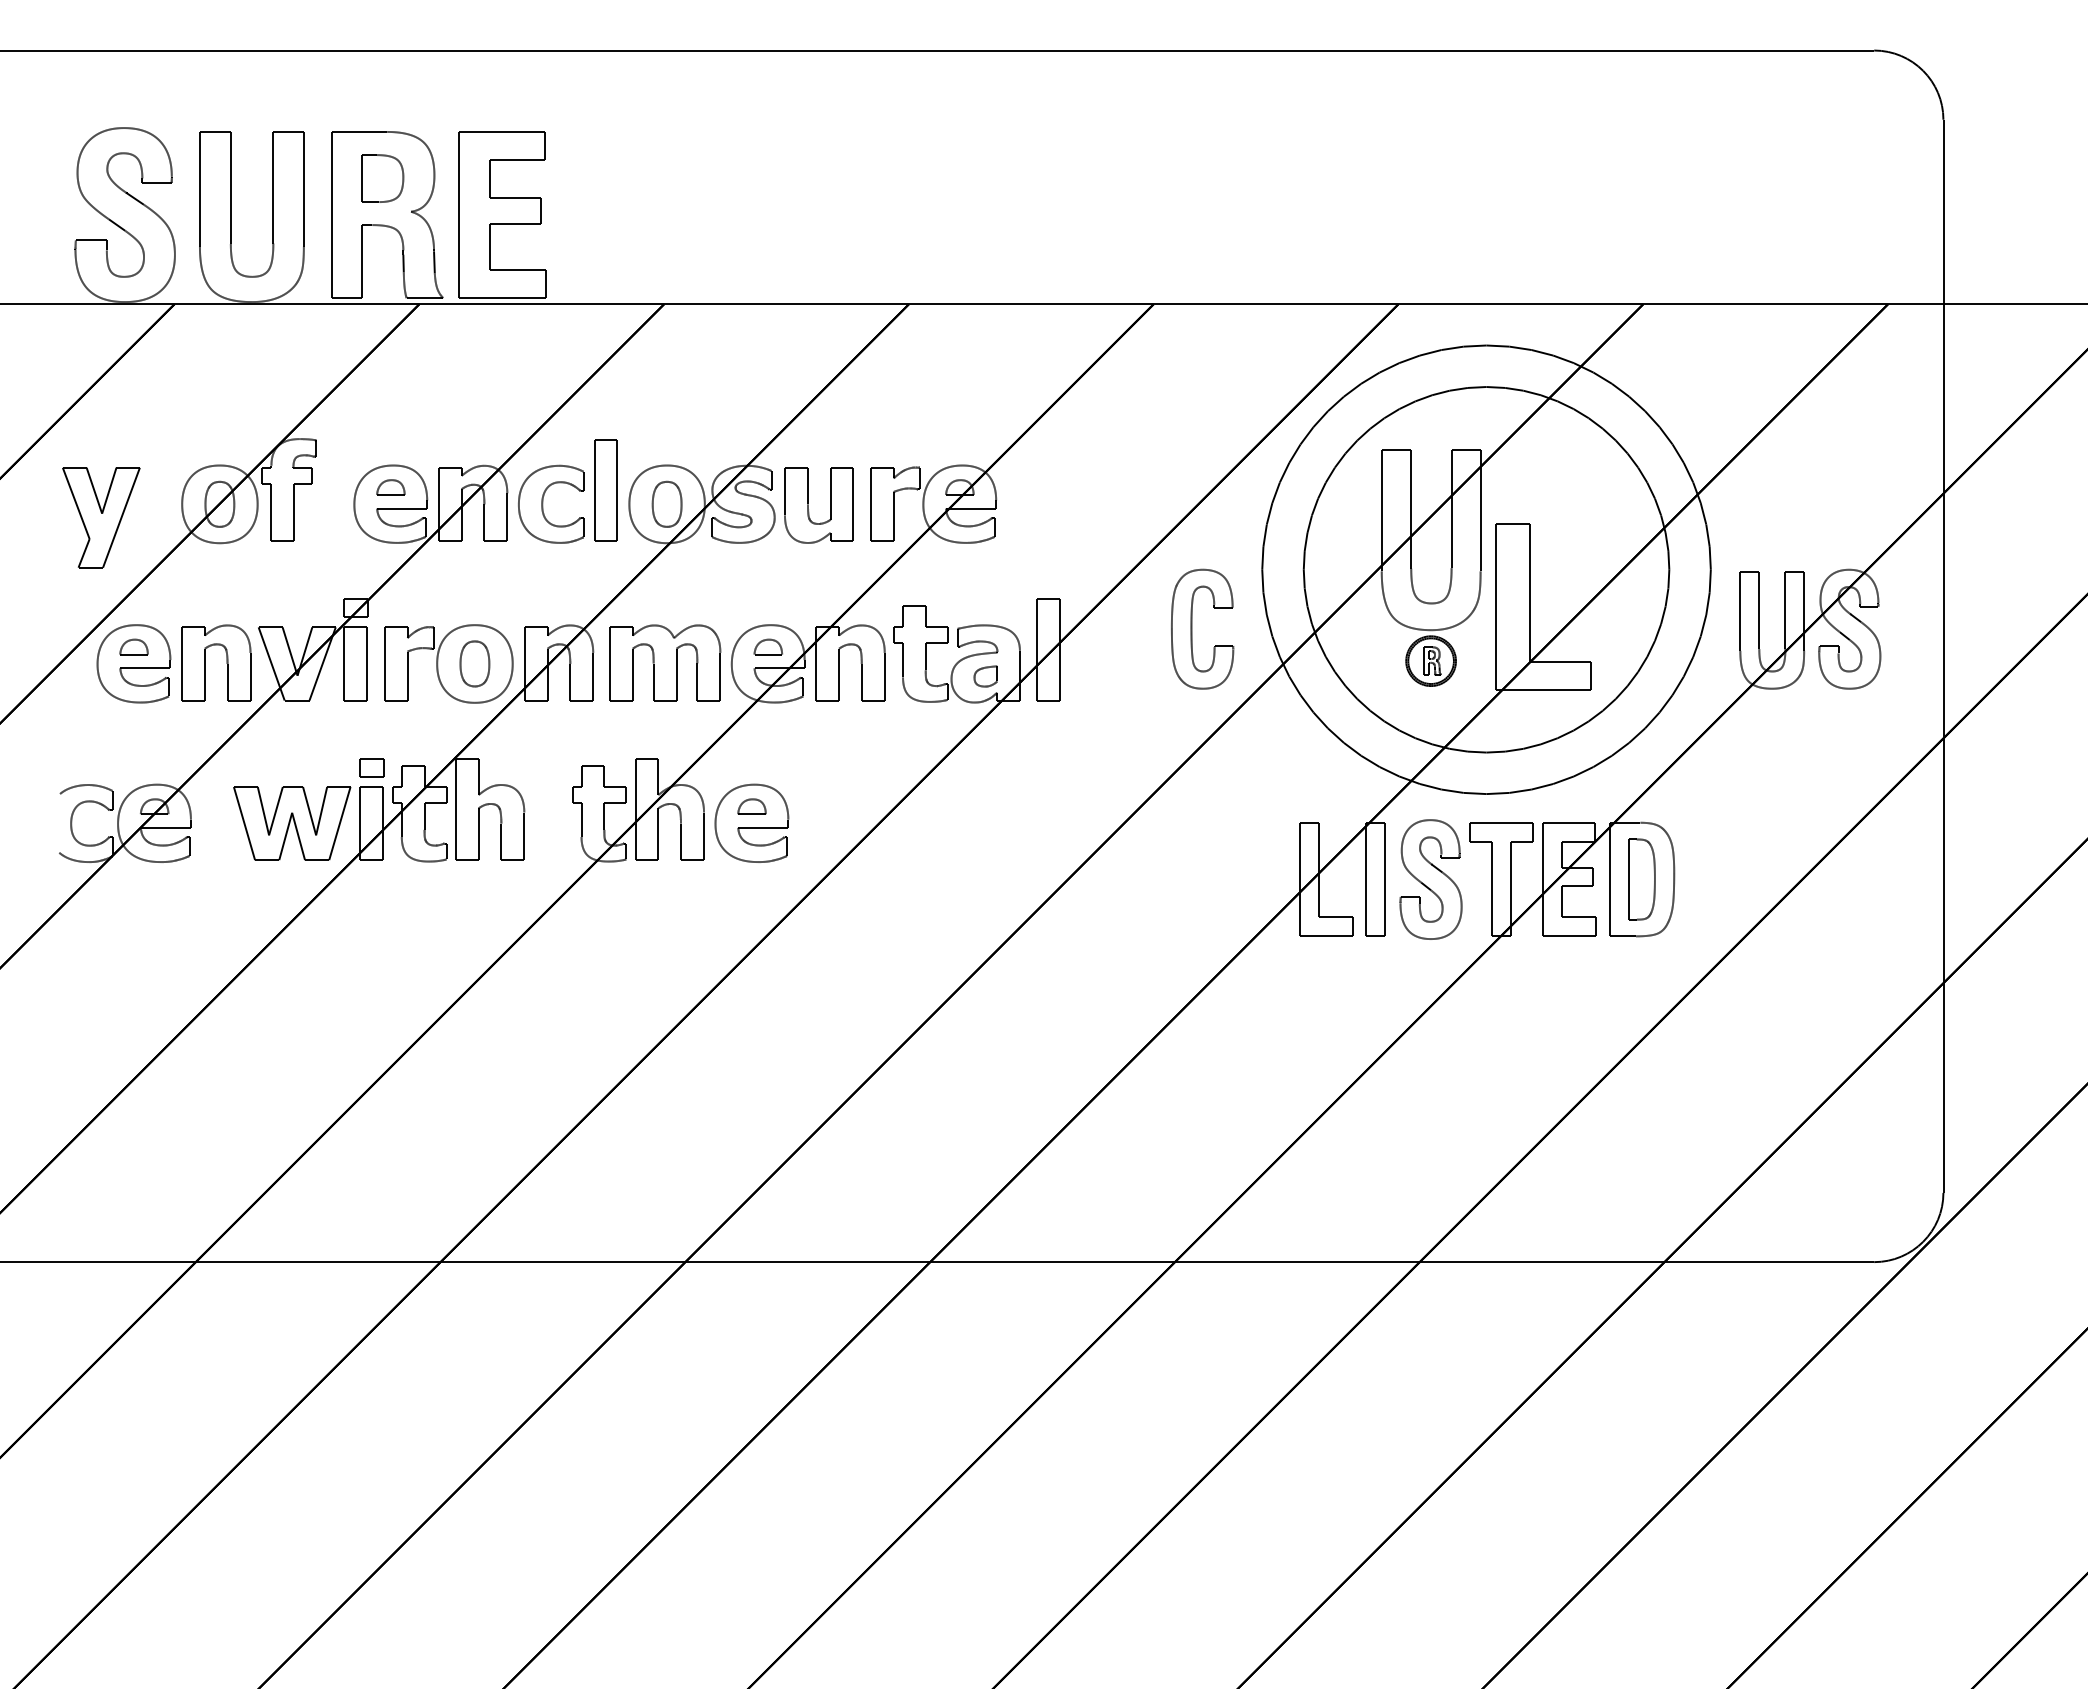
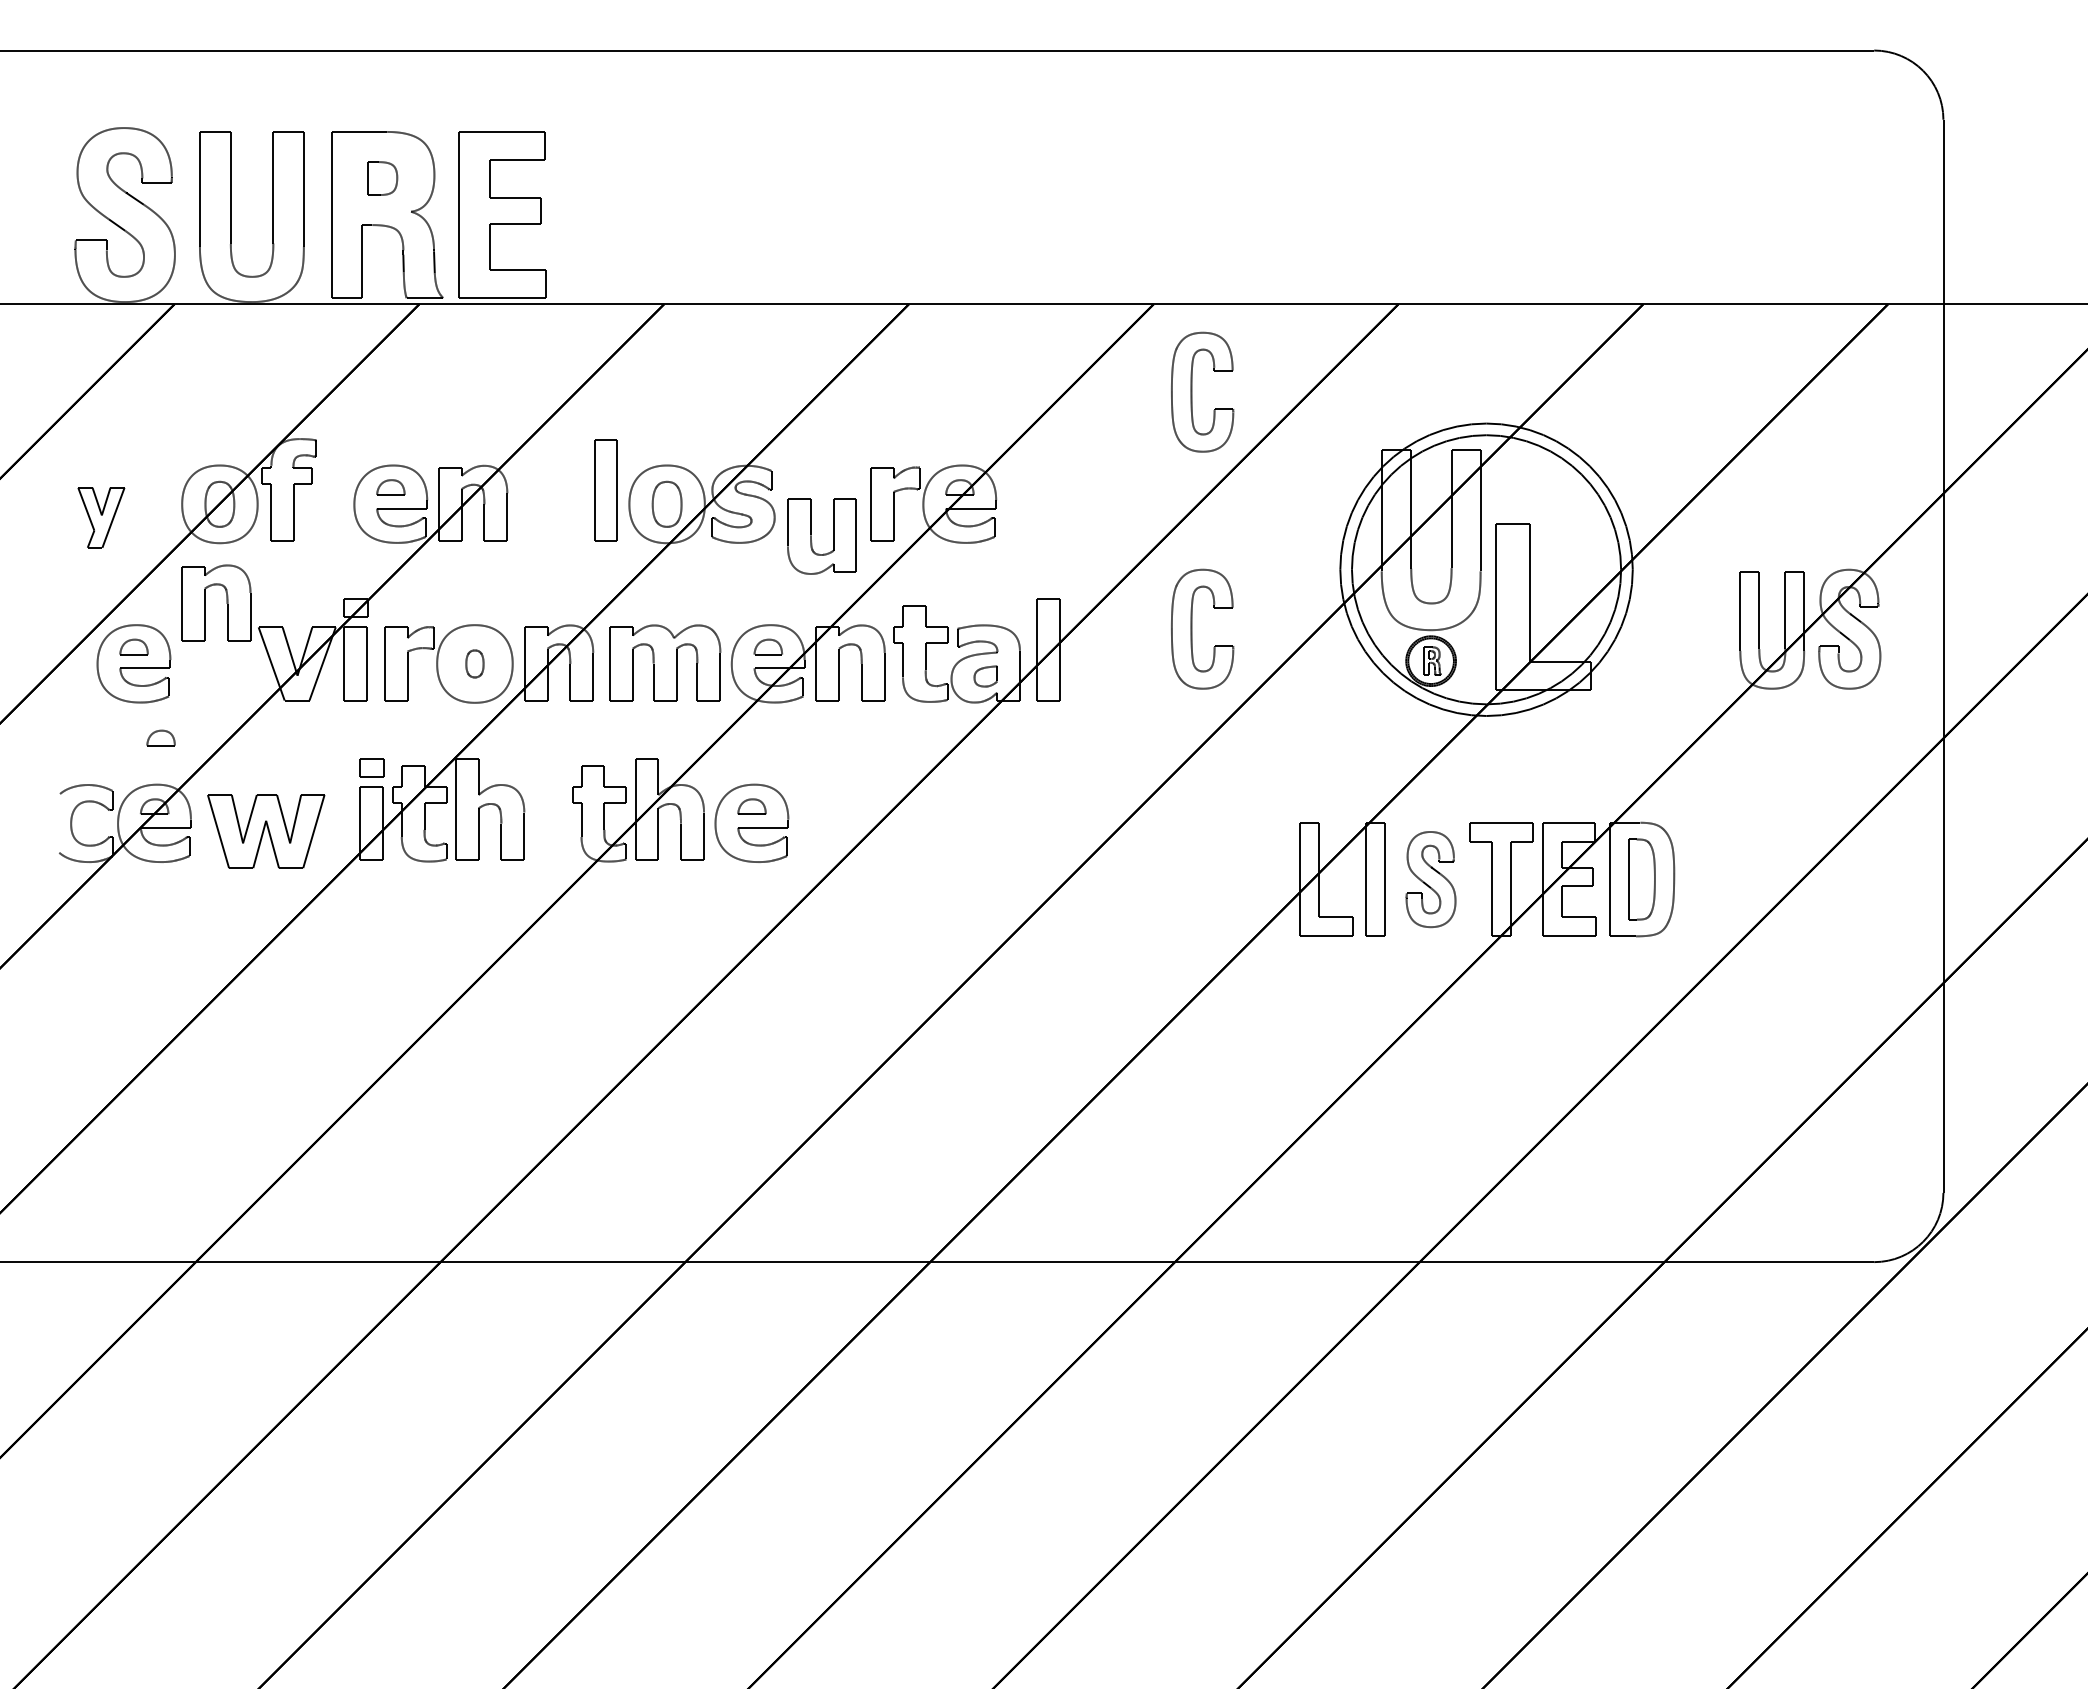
part at (382, 178) size: 44x49 px -> 32x35 px
part at (1192, 391): none -> present
part at (543, 503): present -> none
part at (808, 505) position: (808, 505) -> (811, 536)
part at (101, 517) size: 79x102 px -> 49x62 px
circle at (1486, 569) diameter: 366 px -> 292 px
circle at (1486, 569) diameter: 449 px -> 269 px
part at (226, 662) position: (226, 662) -> (226, 602)
part at (474, 663) size: 32x48 px -> 20x30 px
part at (160, 737): none -> present
part at (292, 823) position: (292, 823) -> (266, 831)
part at (1430, 879) size: 64x121 px -> 52x98 px
